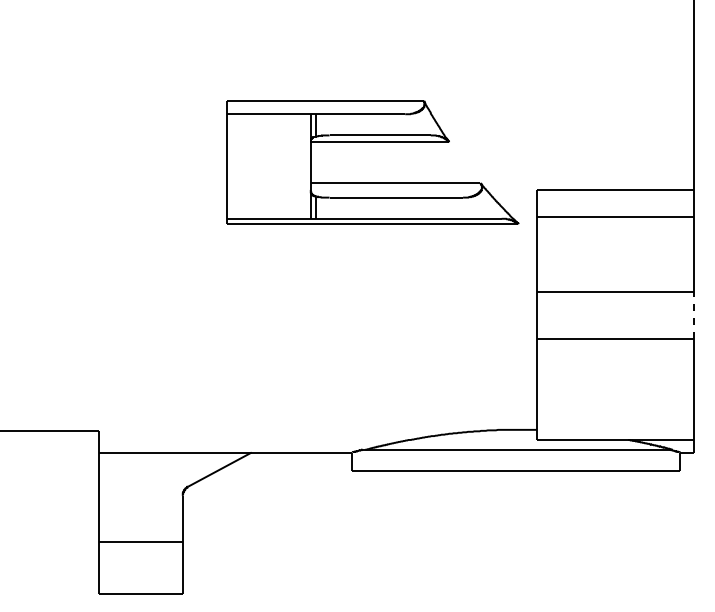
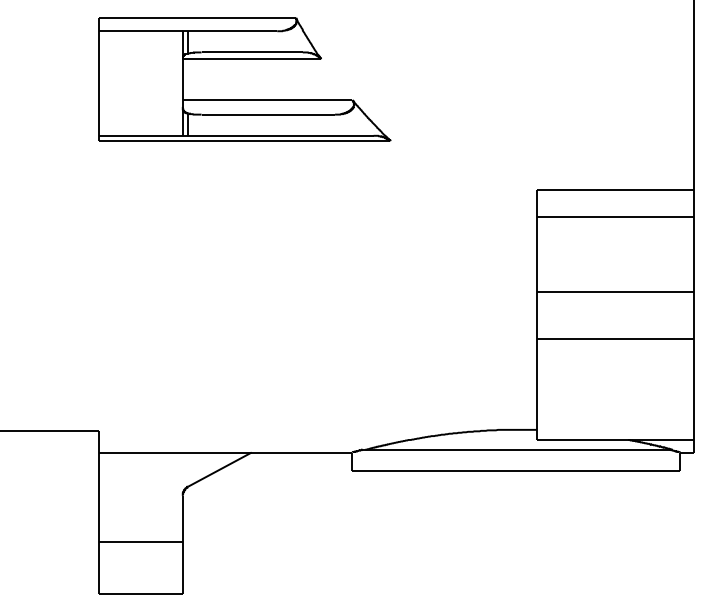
part at (372, 142) position: (372, 142) -> (244, 59)
line at (693, 315): dashed -> solid
